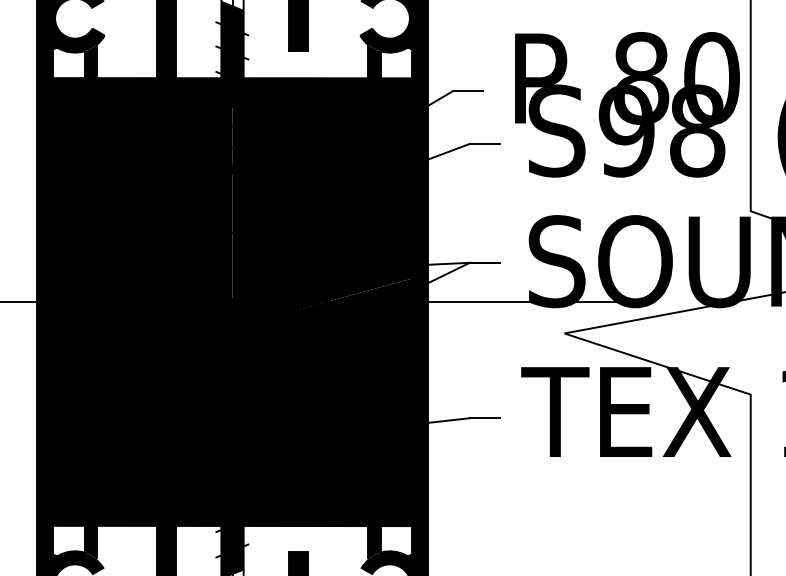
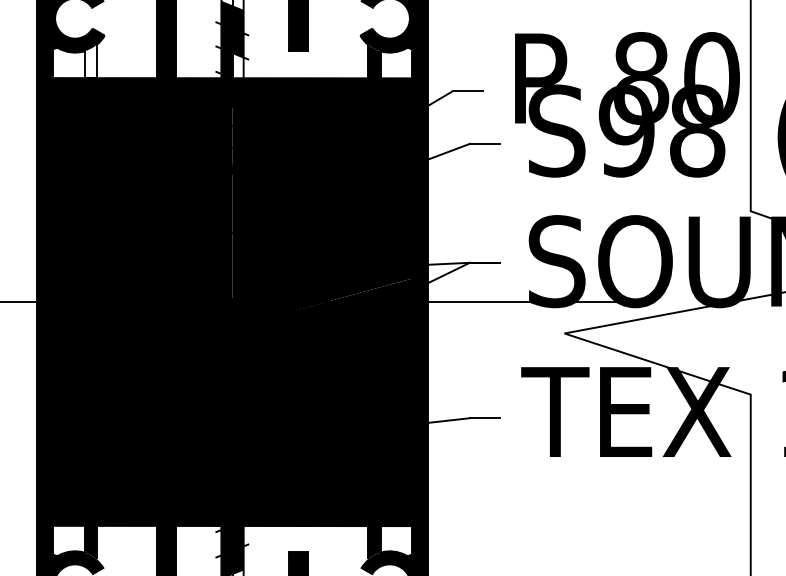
fill at (90, 61): present -> none
fill at (237, 65): present -> none
